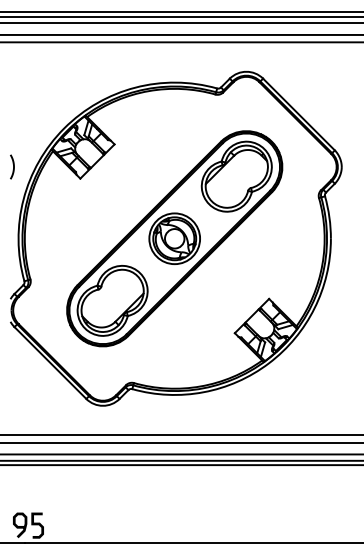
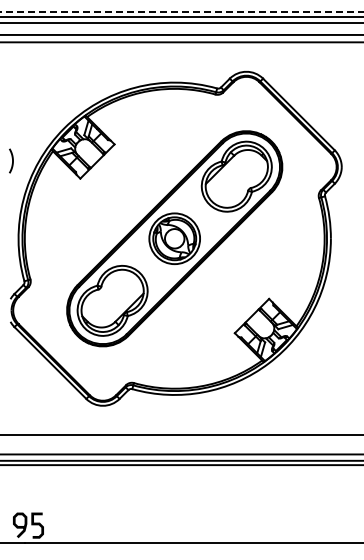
line at (182, 12): solid -> dashed
curve at (13, 166) position: (13, 166) -> (12, 160)
line at (181, 442): present -> none
